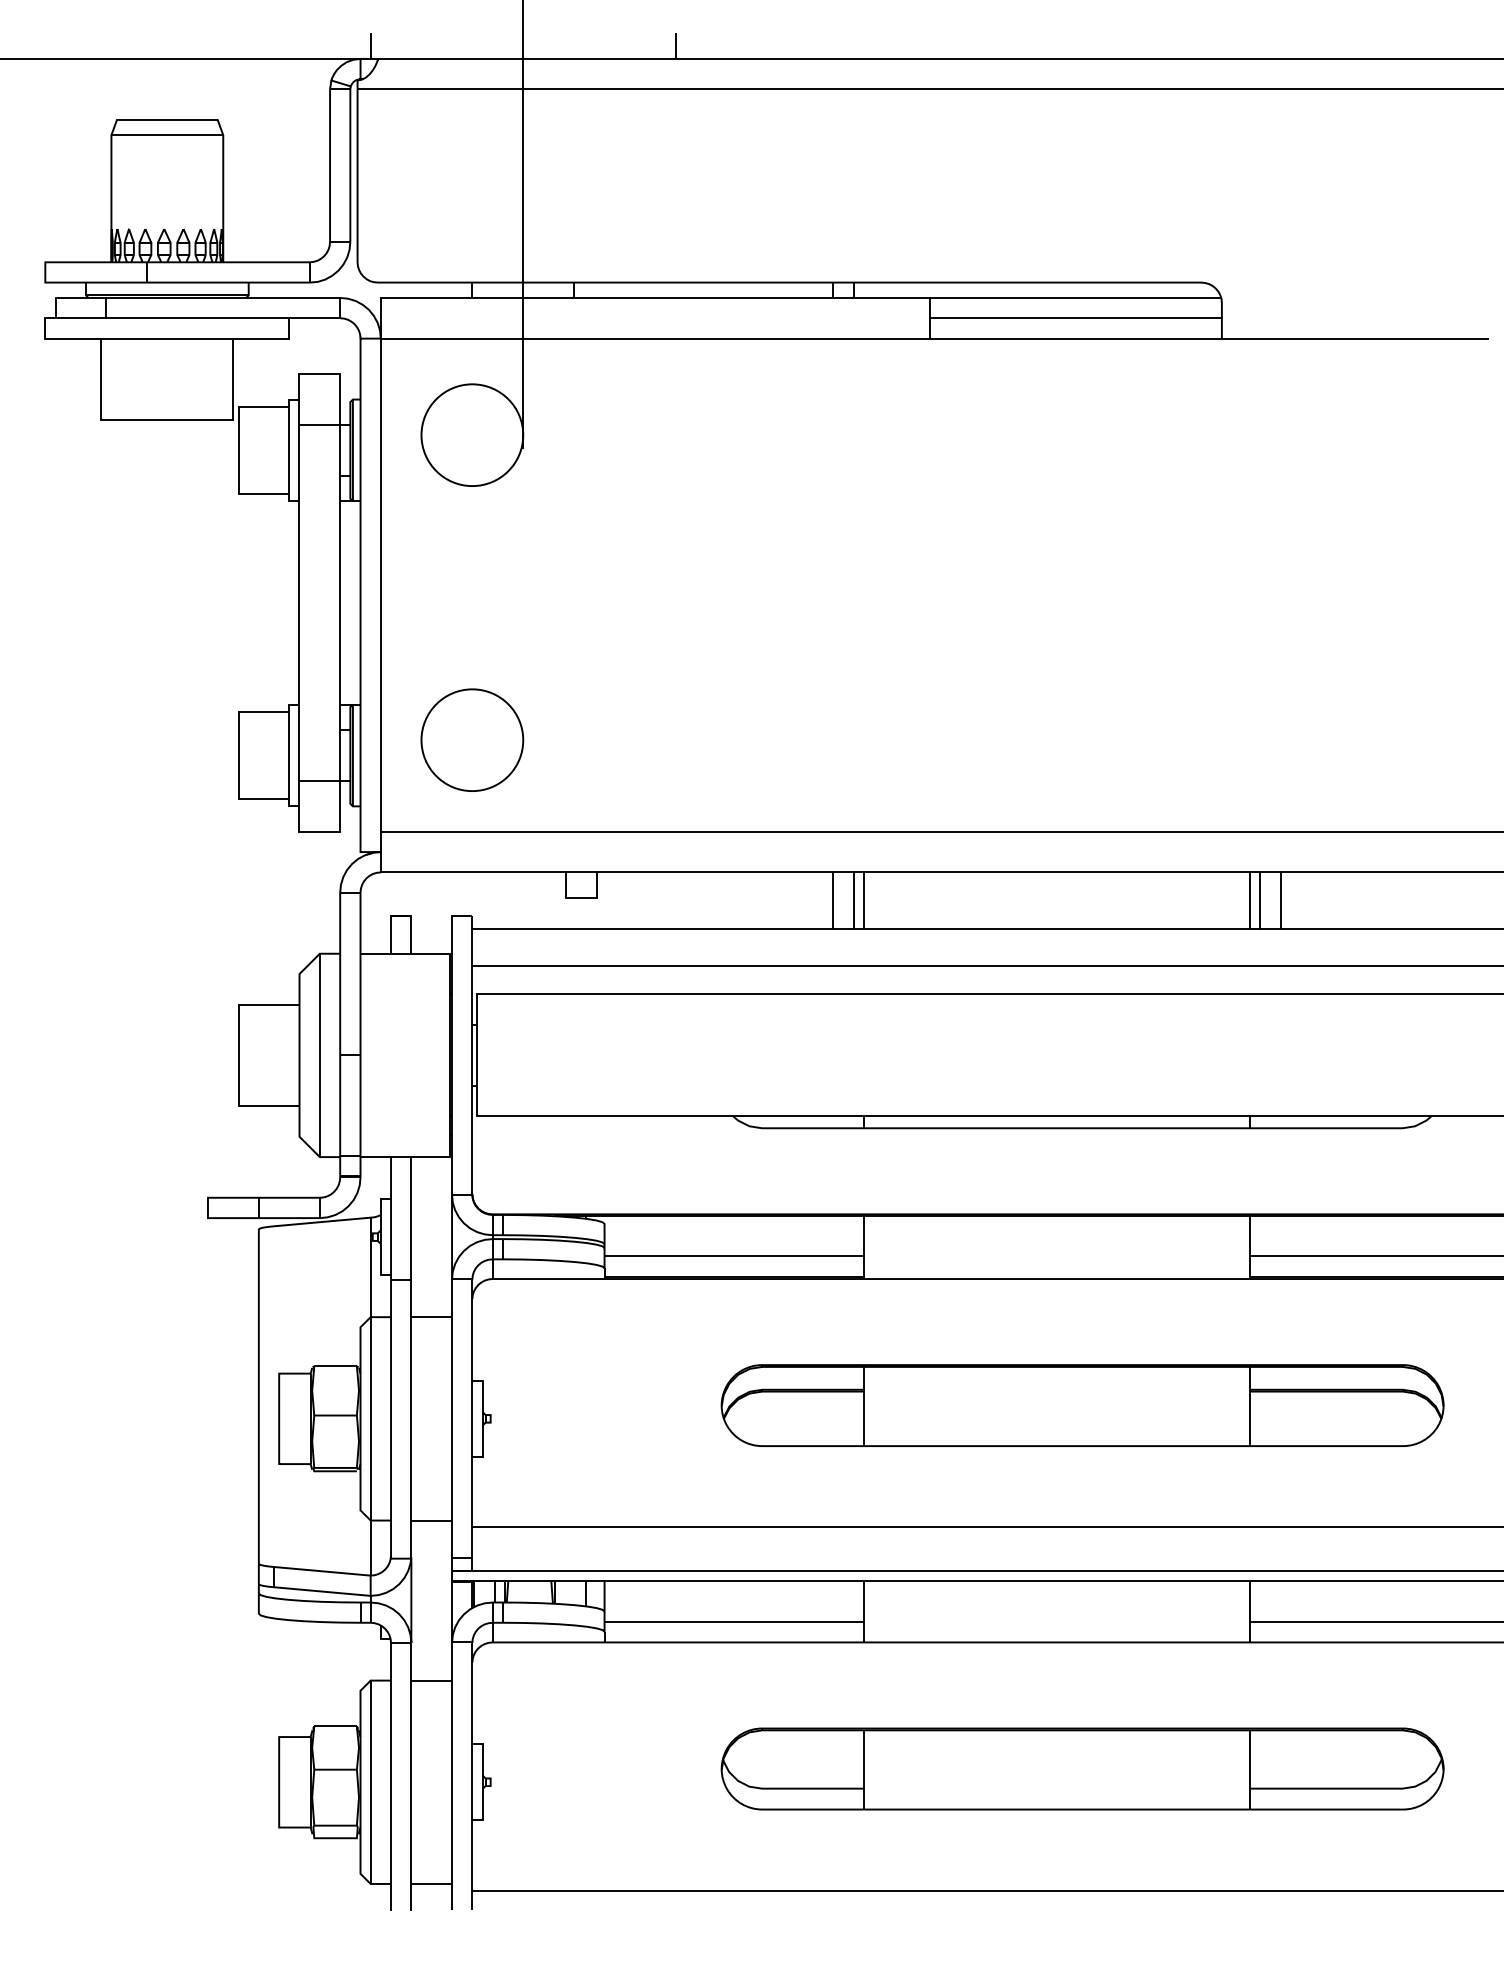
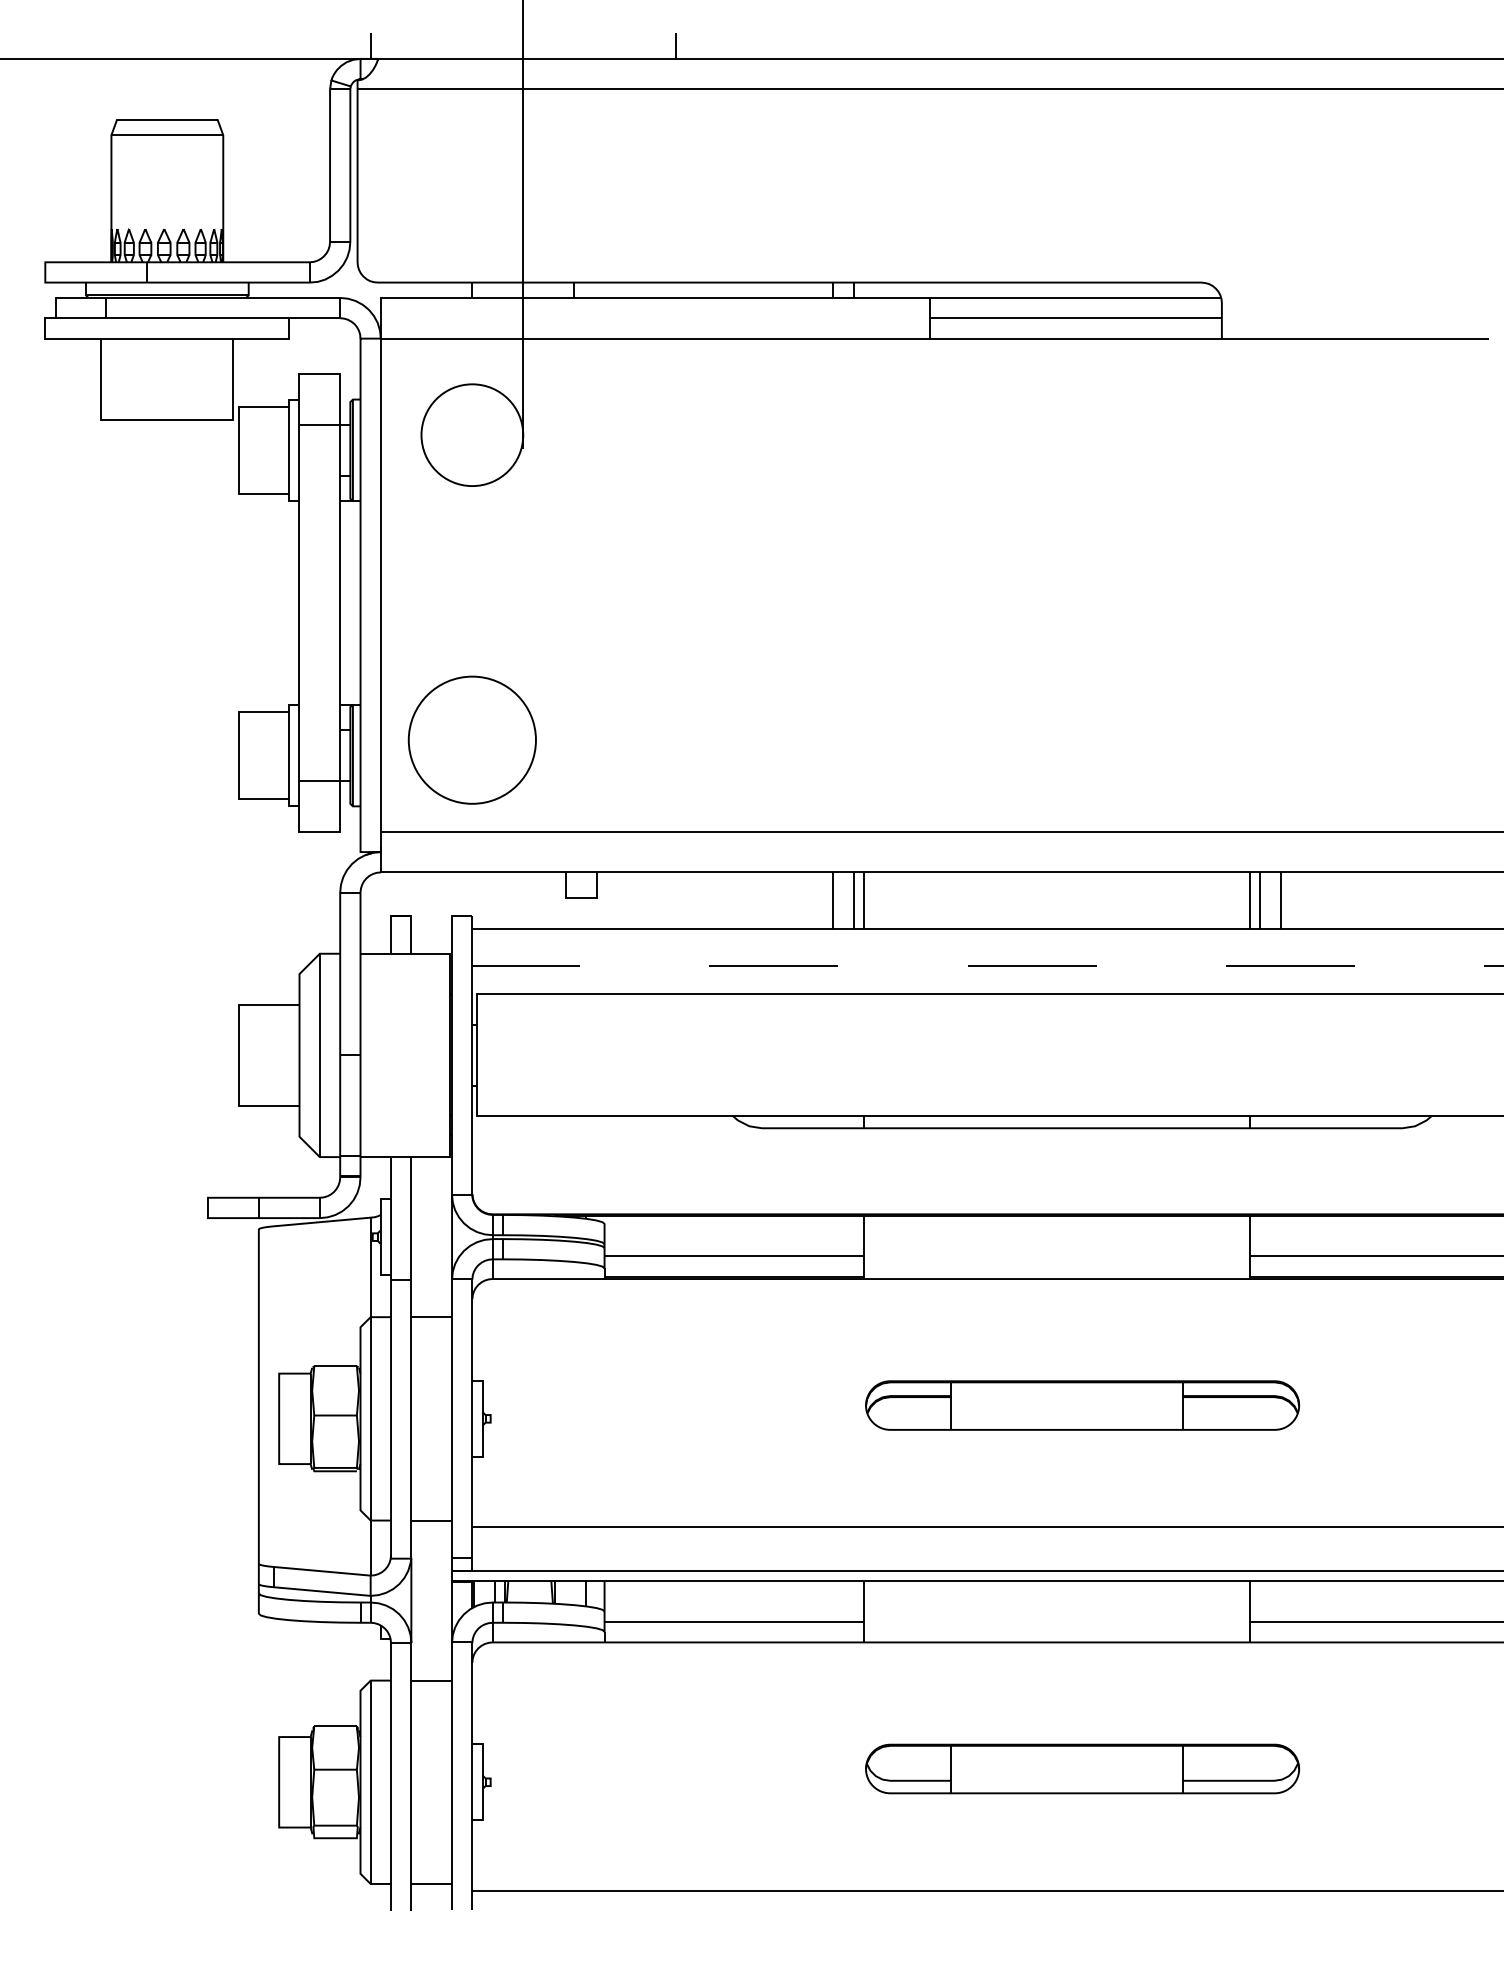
circle at (472, 740) diameter: 102 px -> 127 px
line at (987, 966): solid -> dashed
part at (1082, 1405) size: 725x83 px -> 436x51 px
part at (1082, 1768) size: 725x84 px -> 436x52 px
